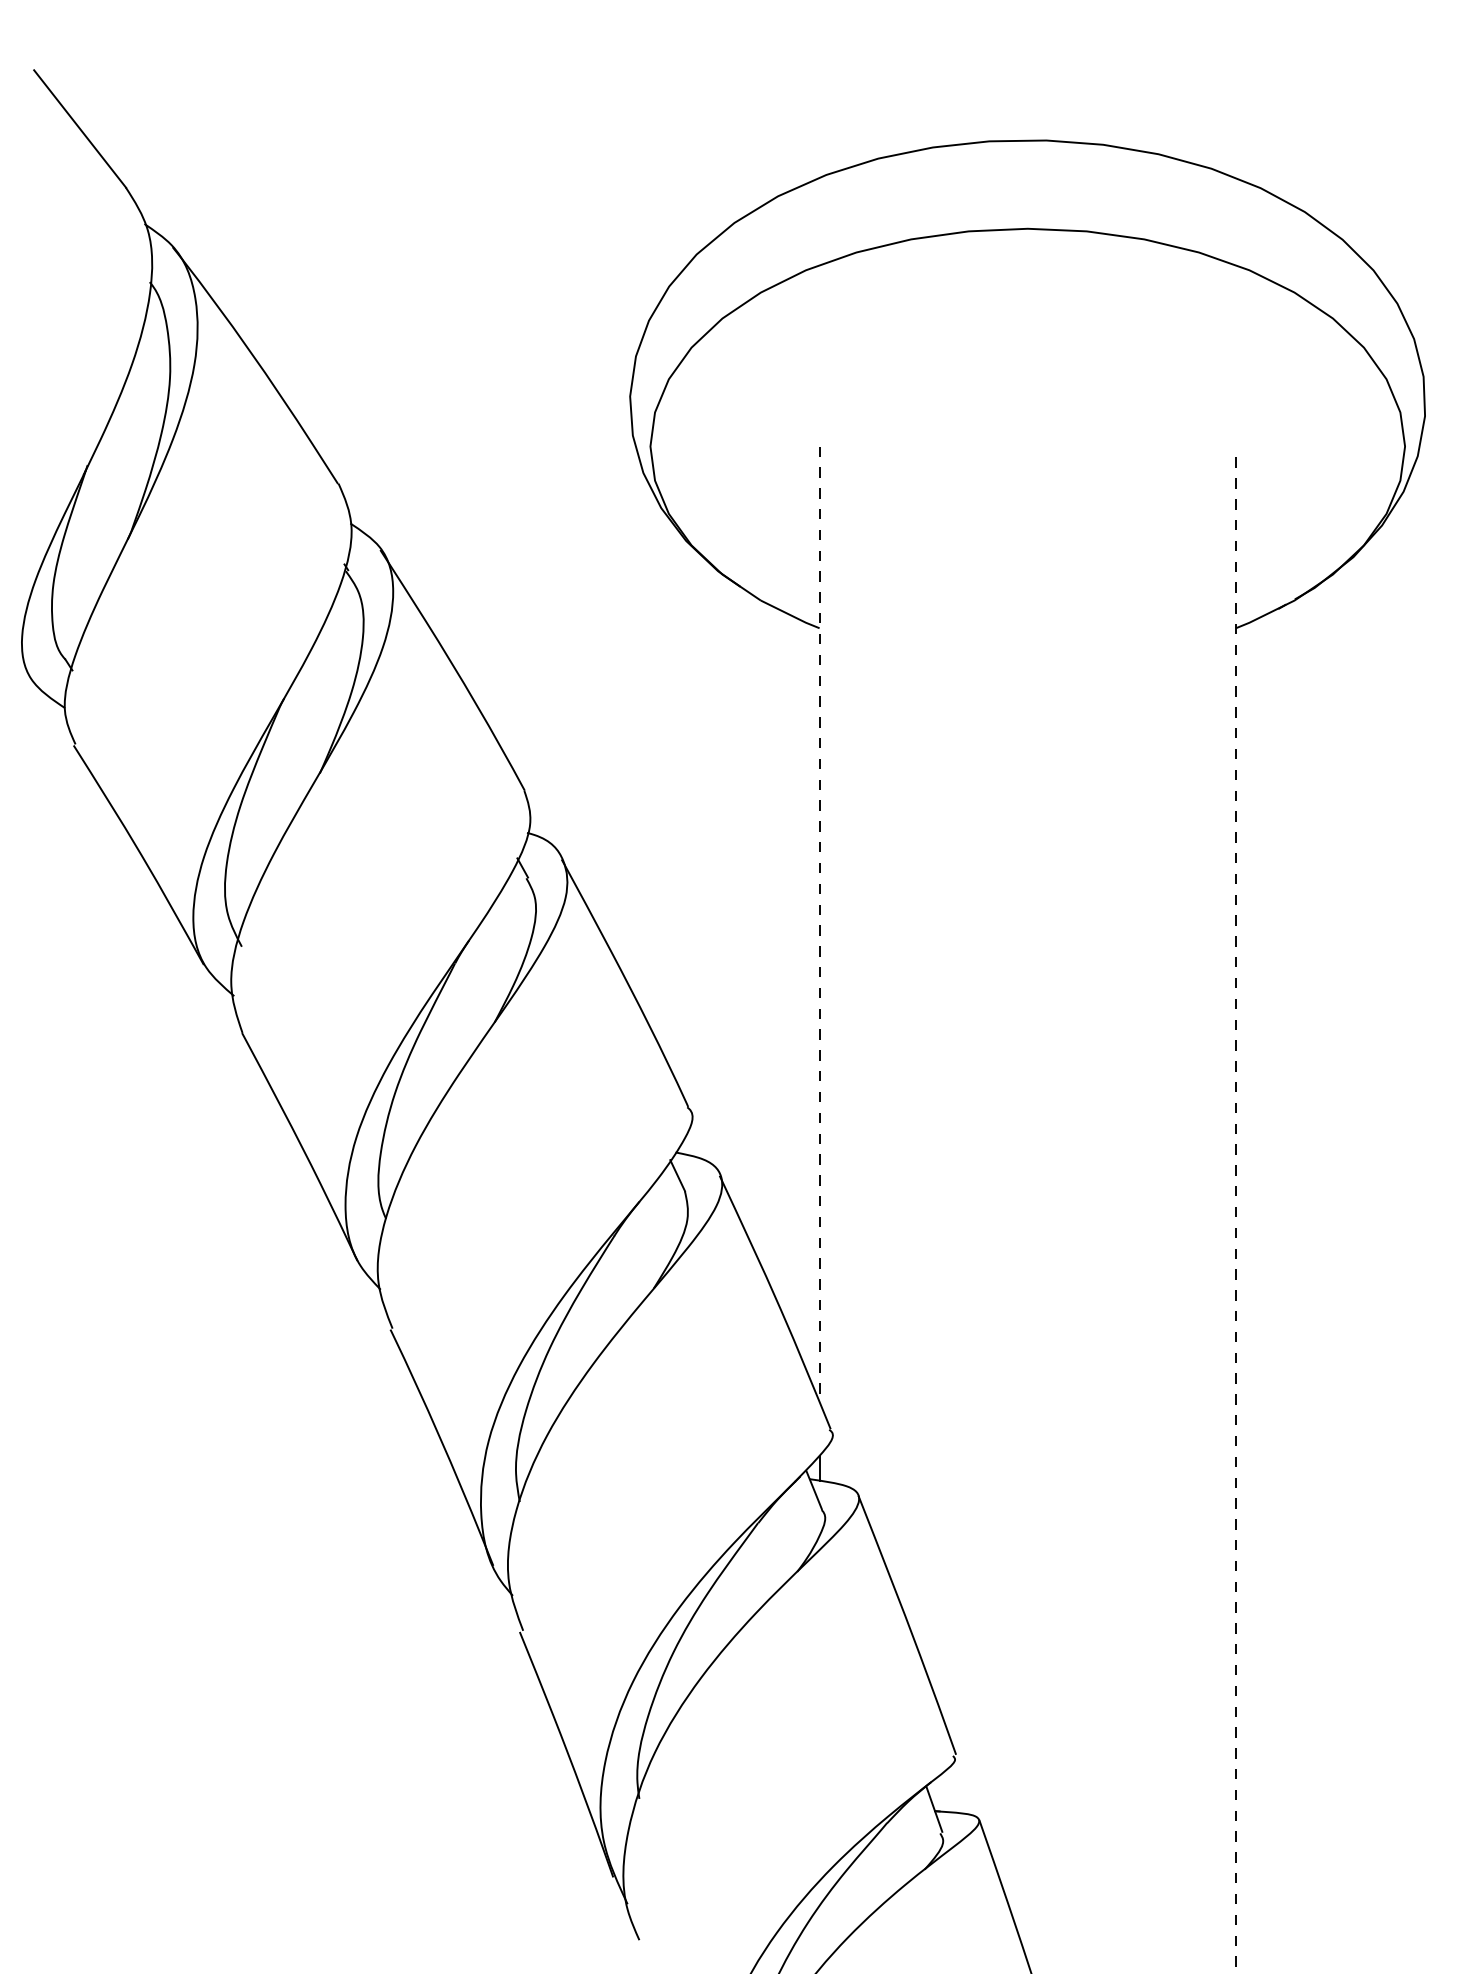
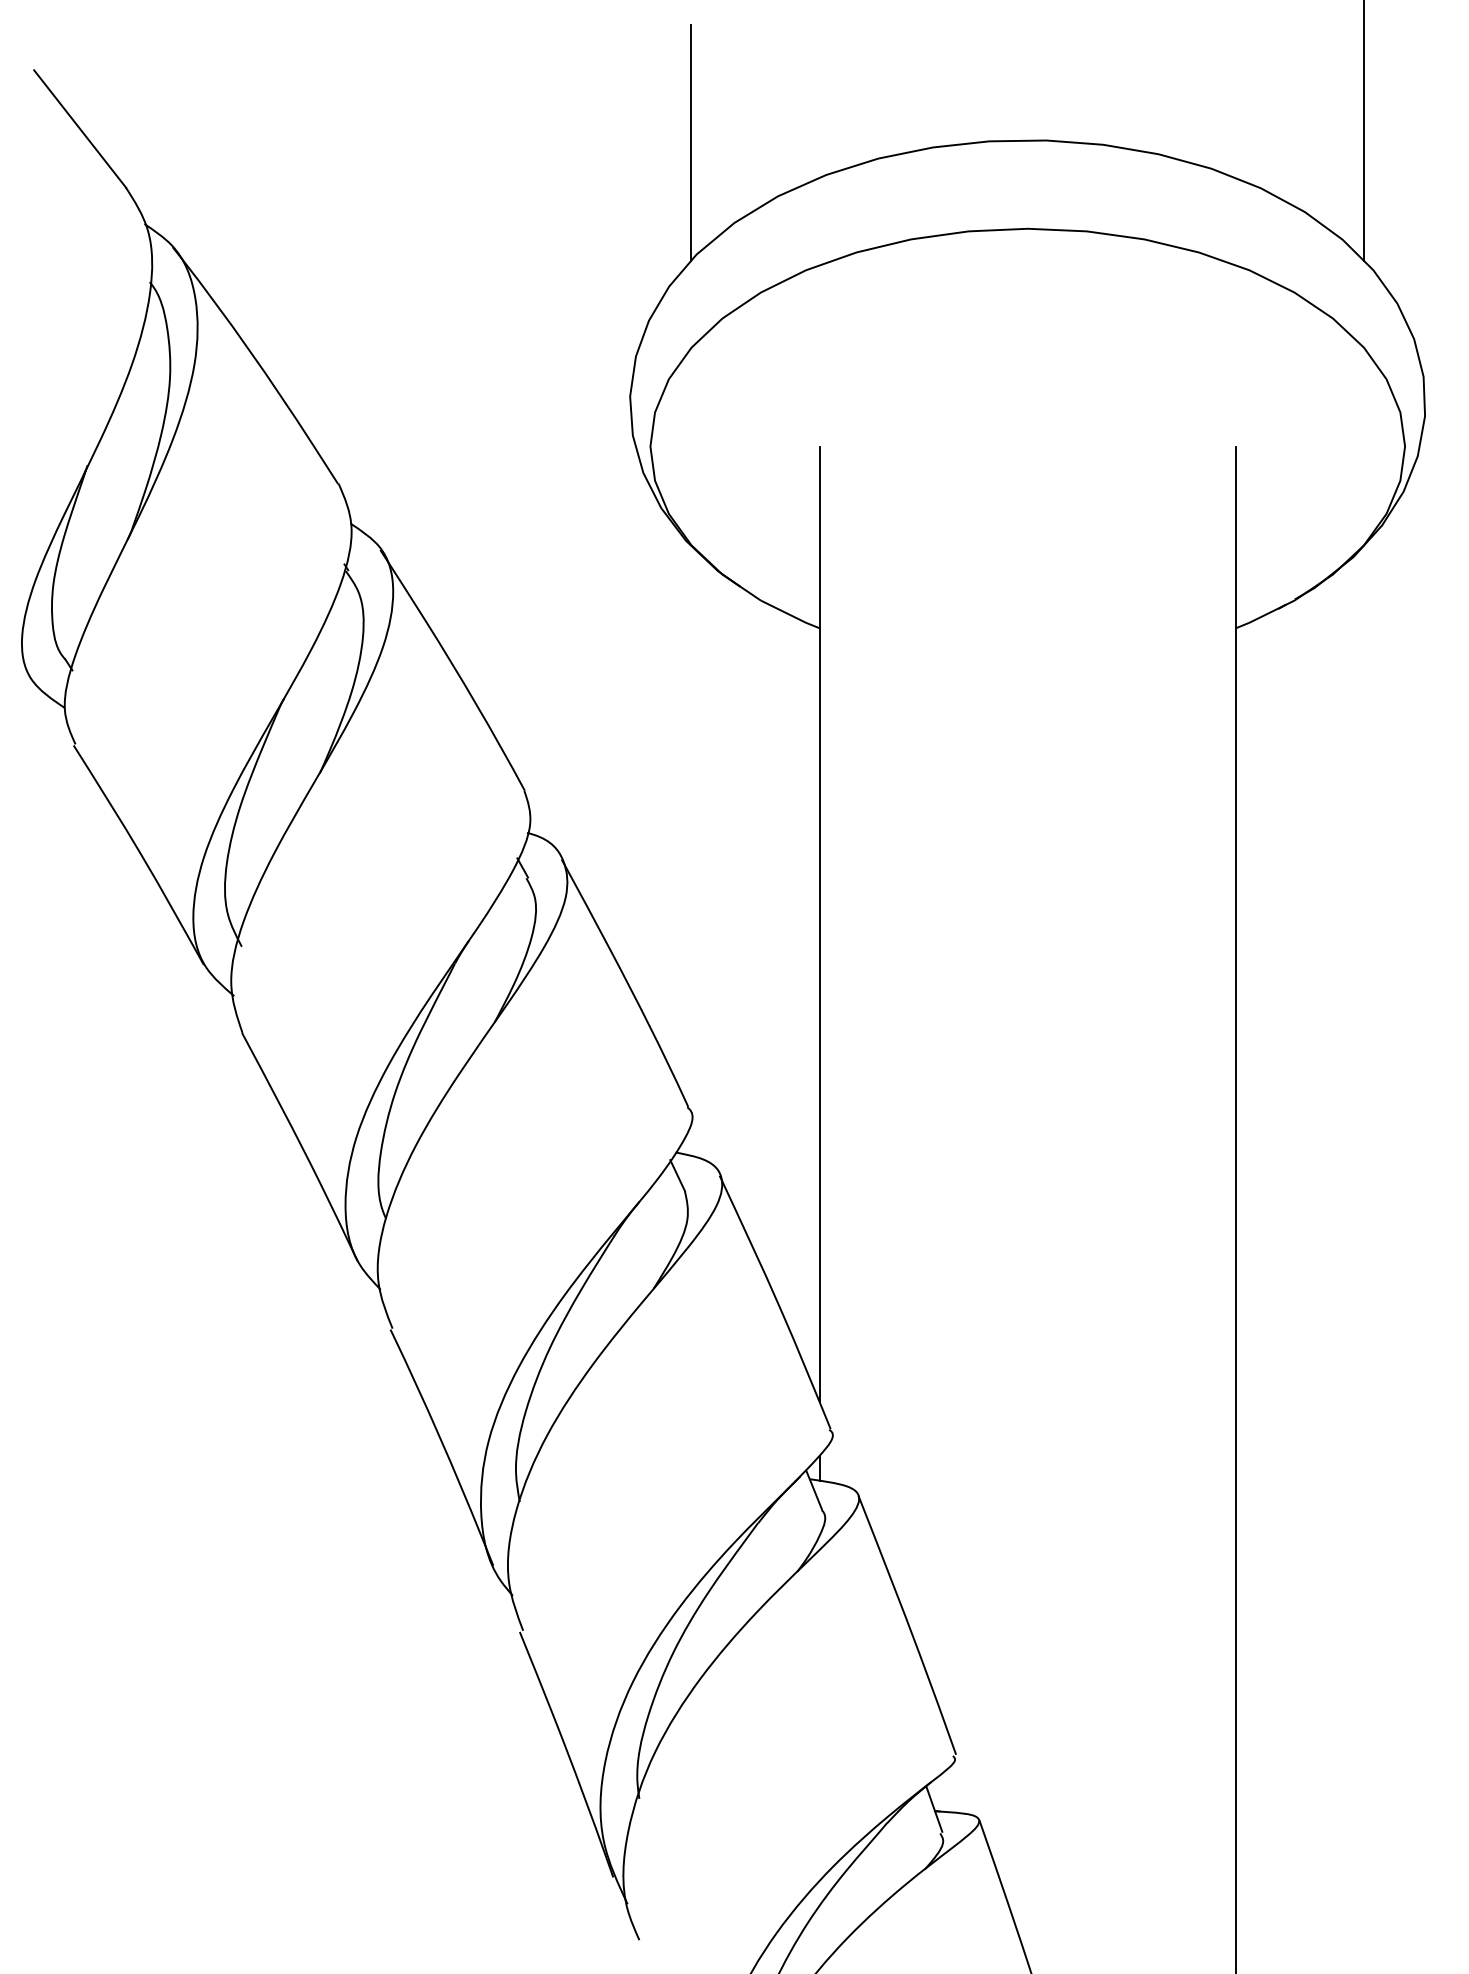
line at (1364, 131): none -> present
line at (691, 142): none -> present
line at (819, 924): dashed -> solid
line at (1235, 1209): dashed -> solid
